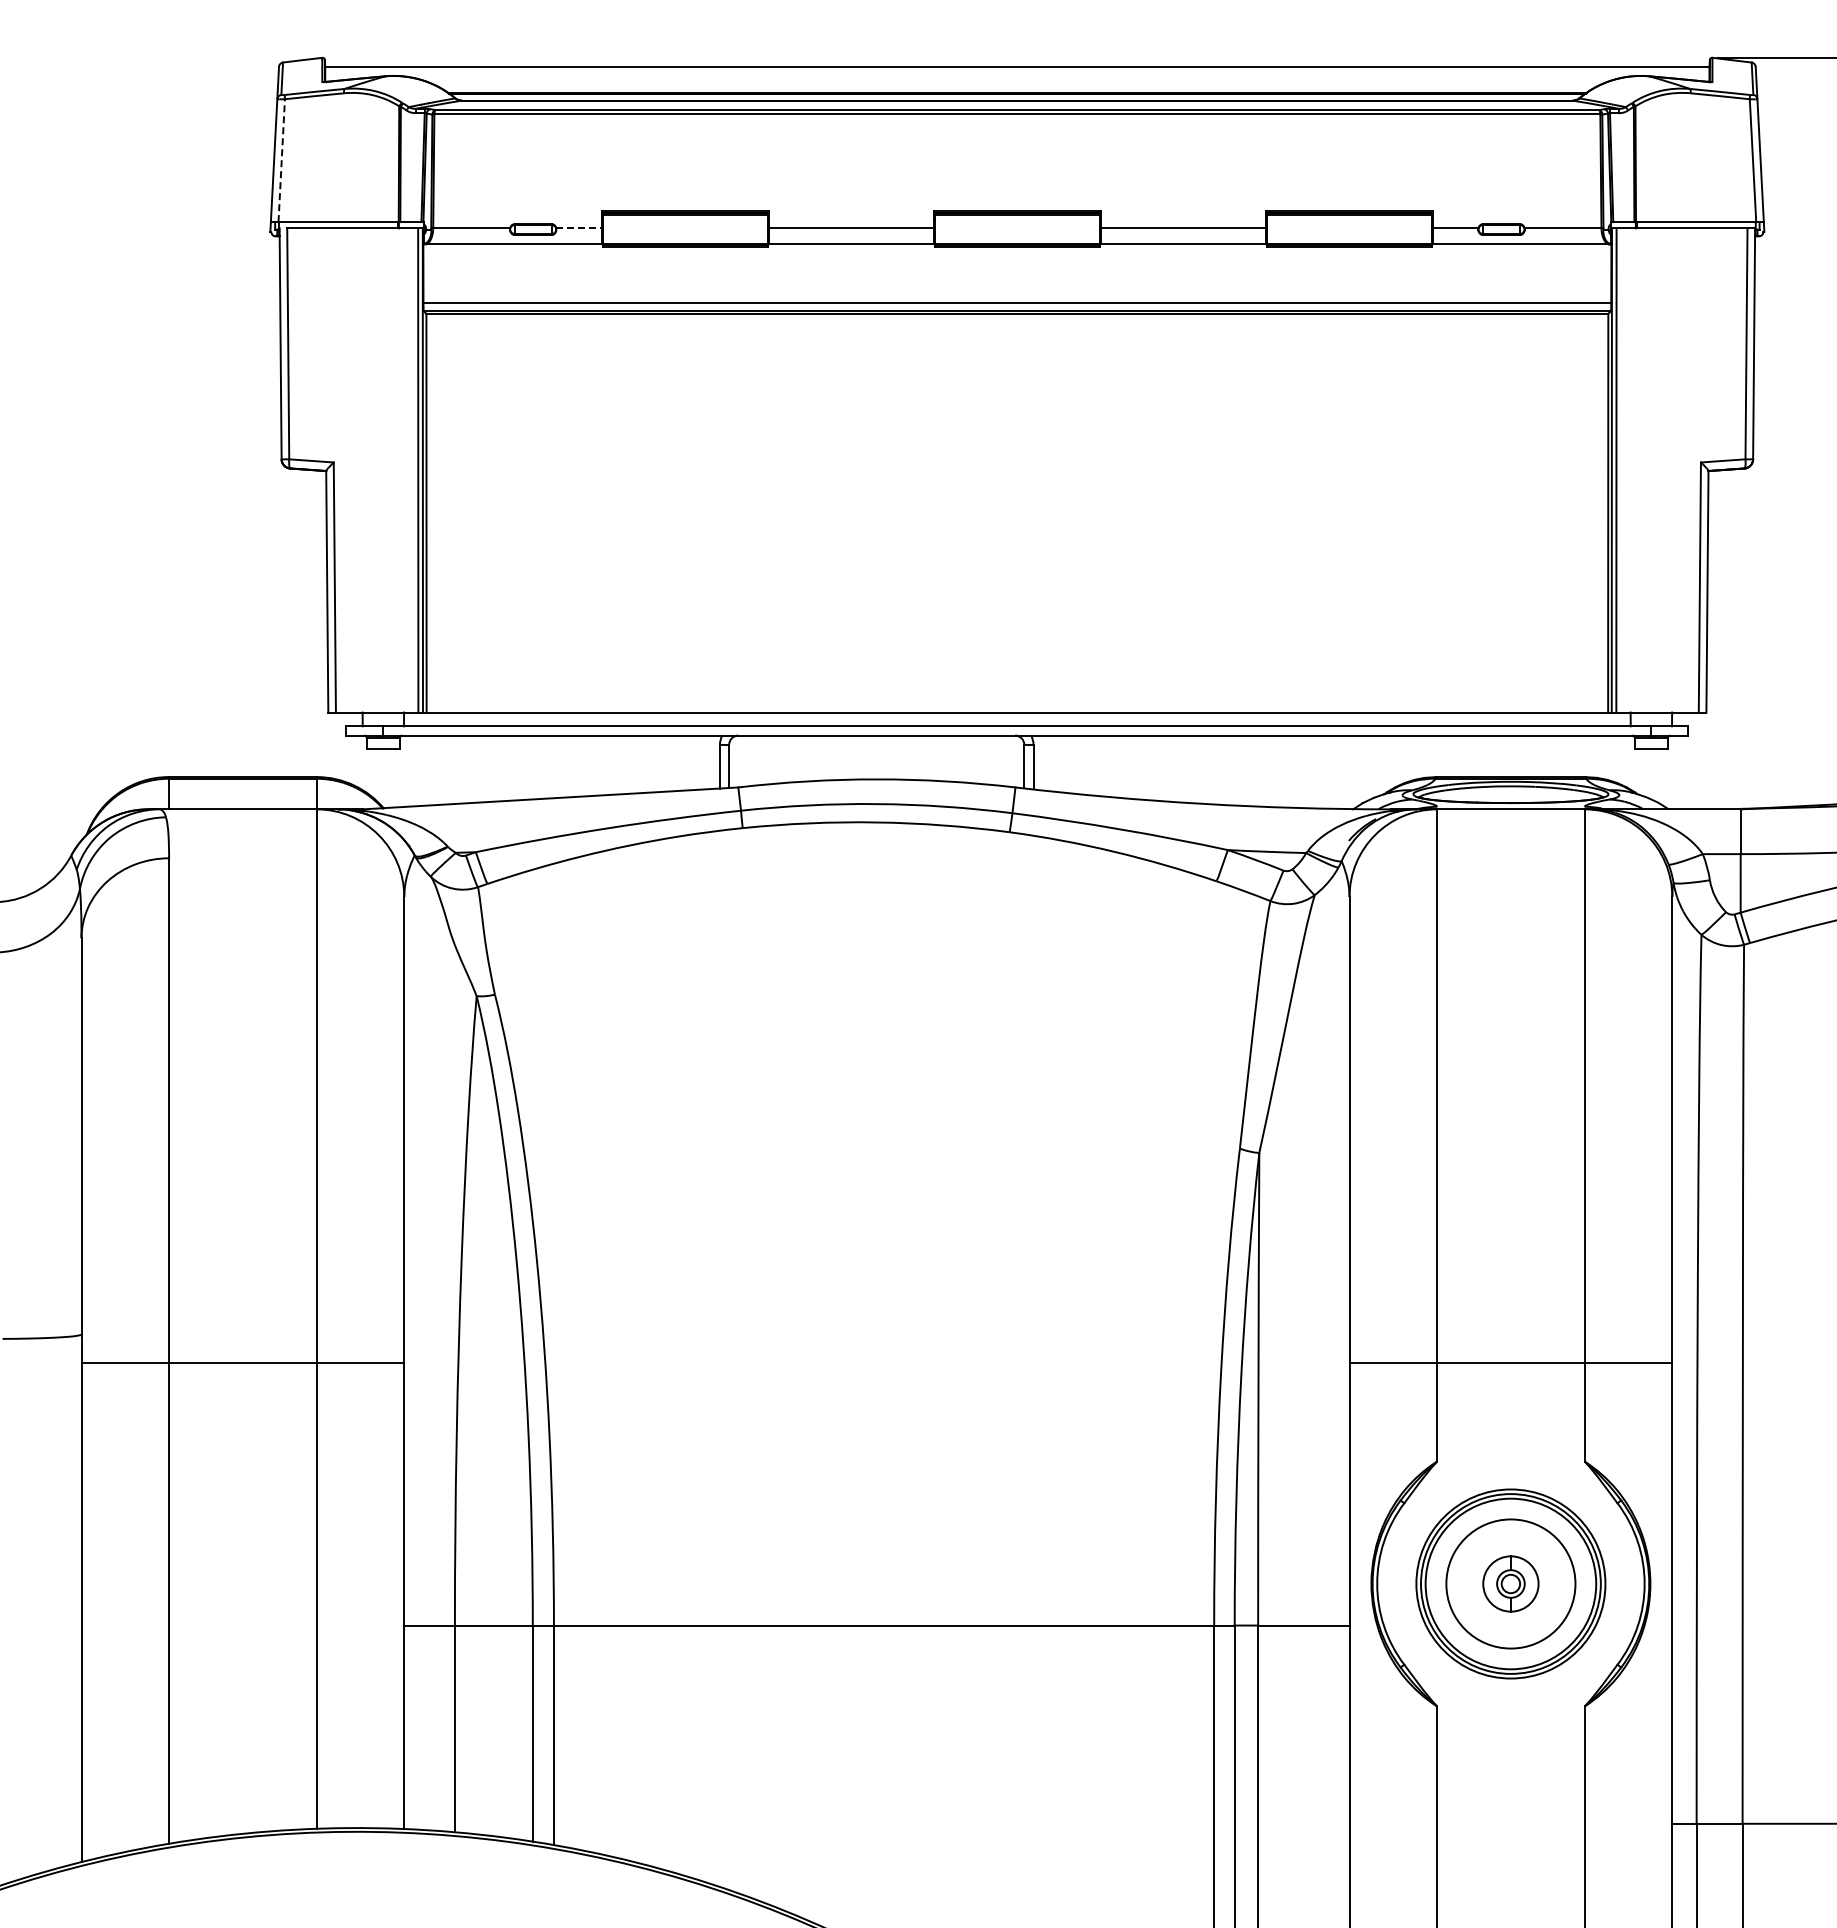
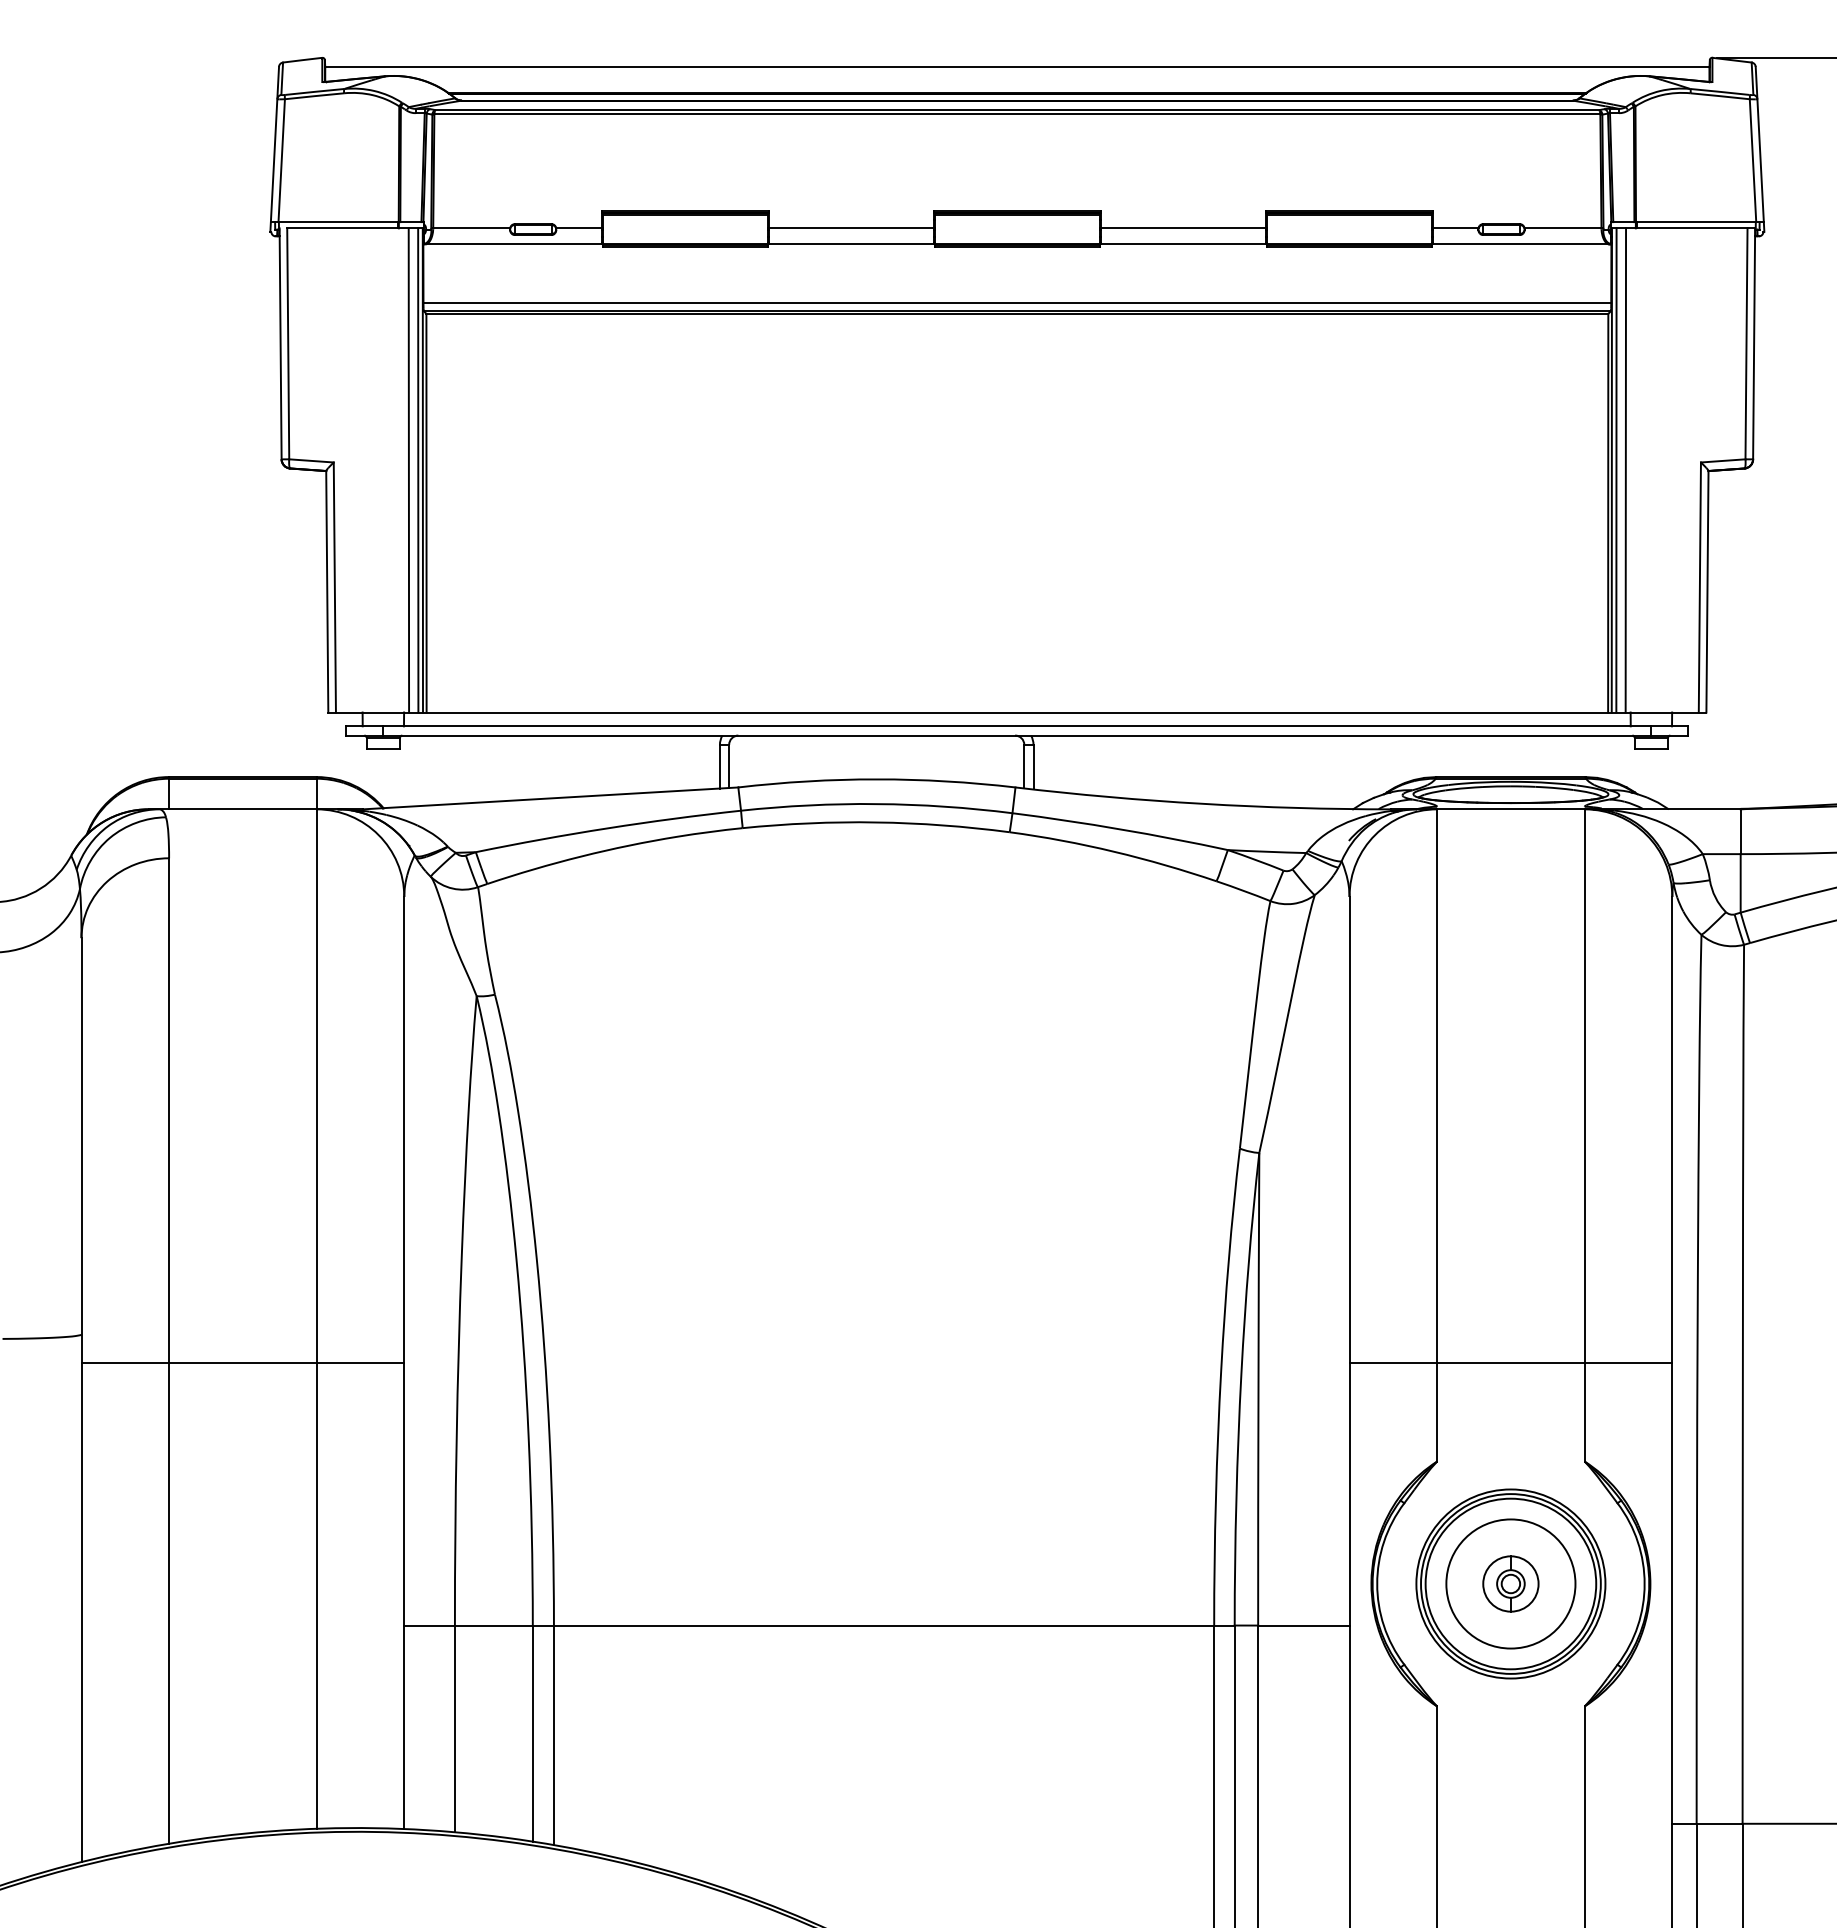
line at (281, 160): dashed -> solid
line at (579, 228): dashed -> solid
line at (408, 470): none -> present
line at (1625, 470): none -> present
